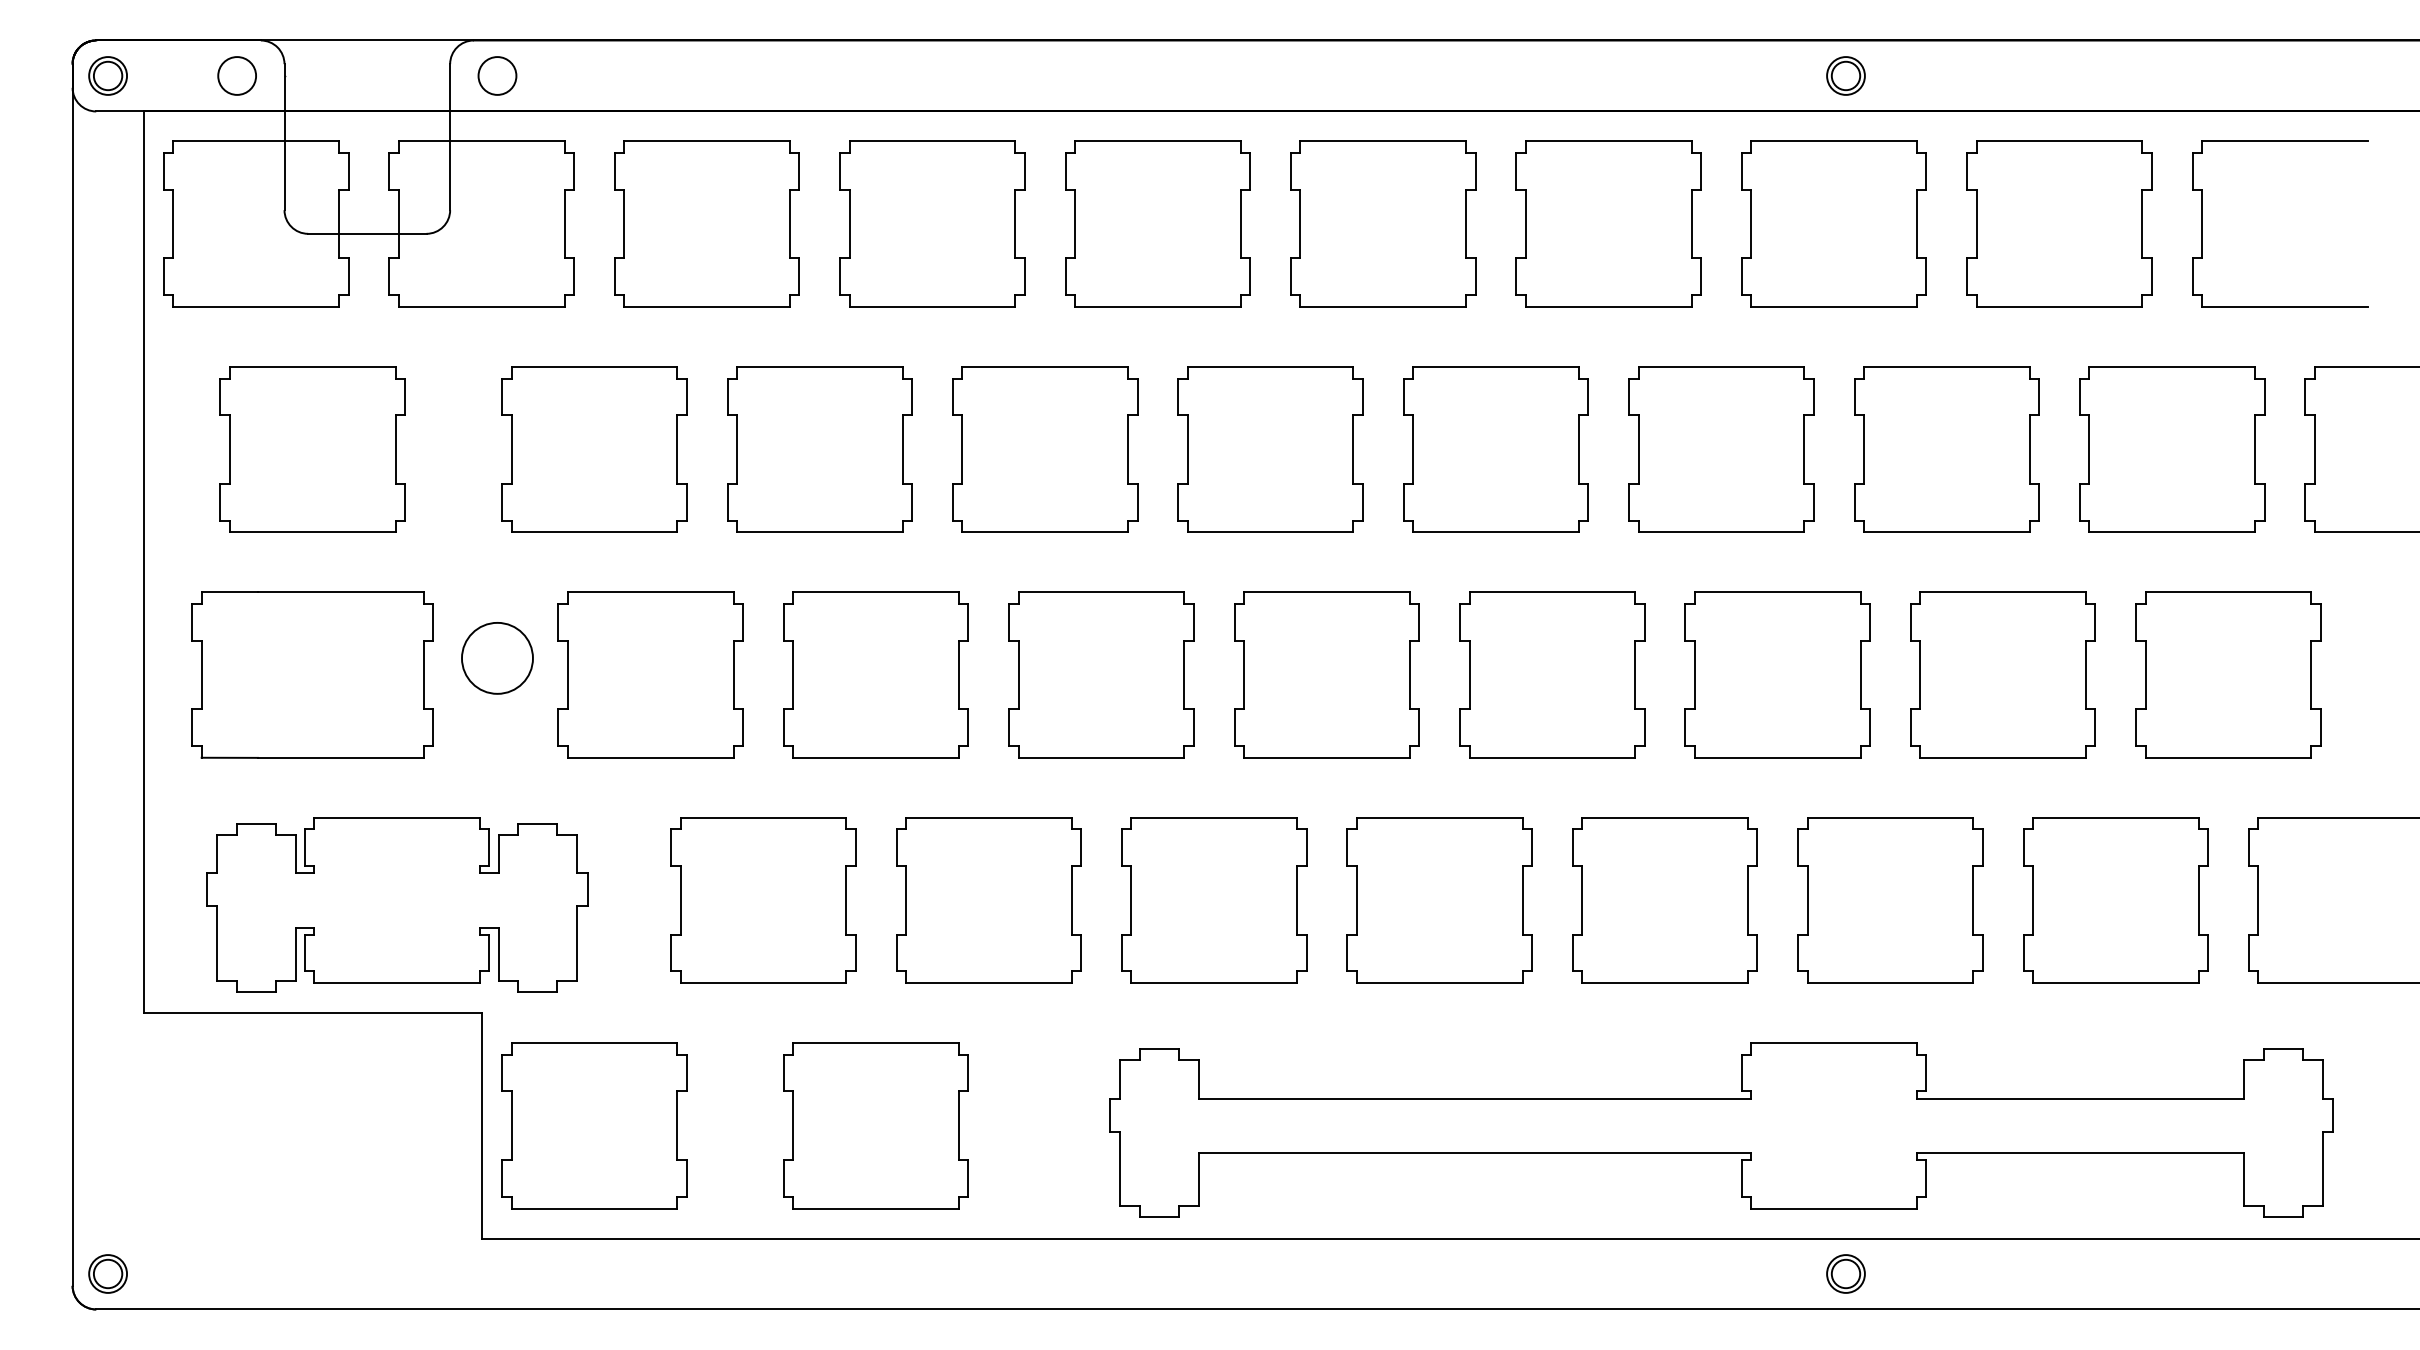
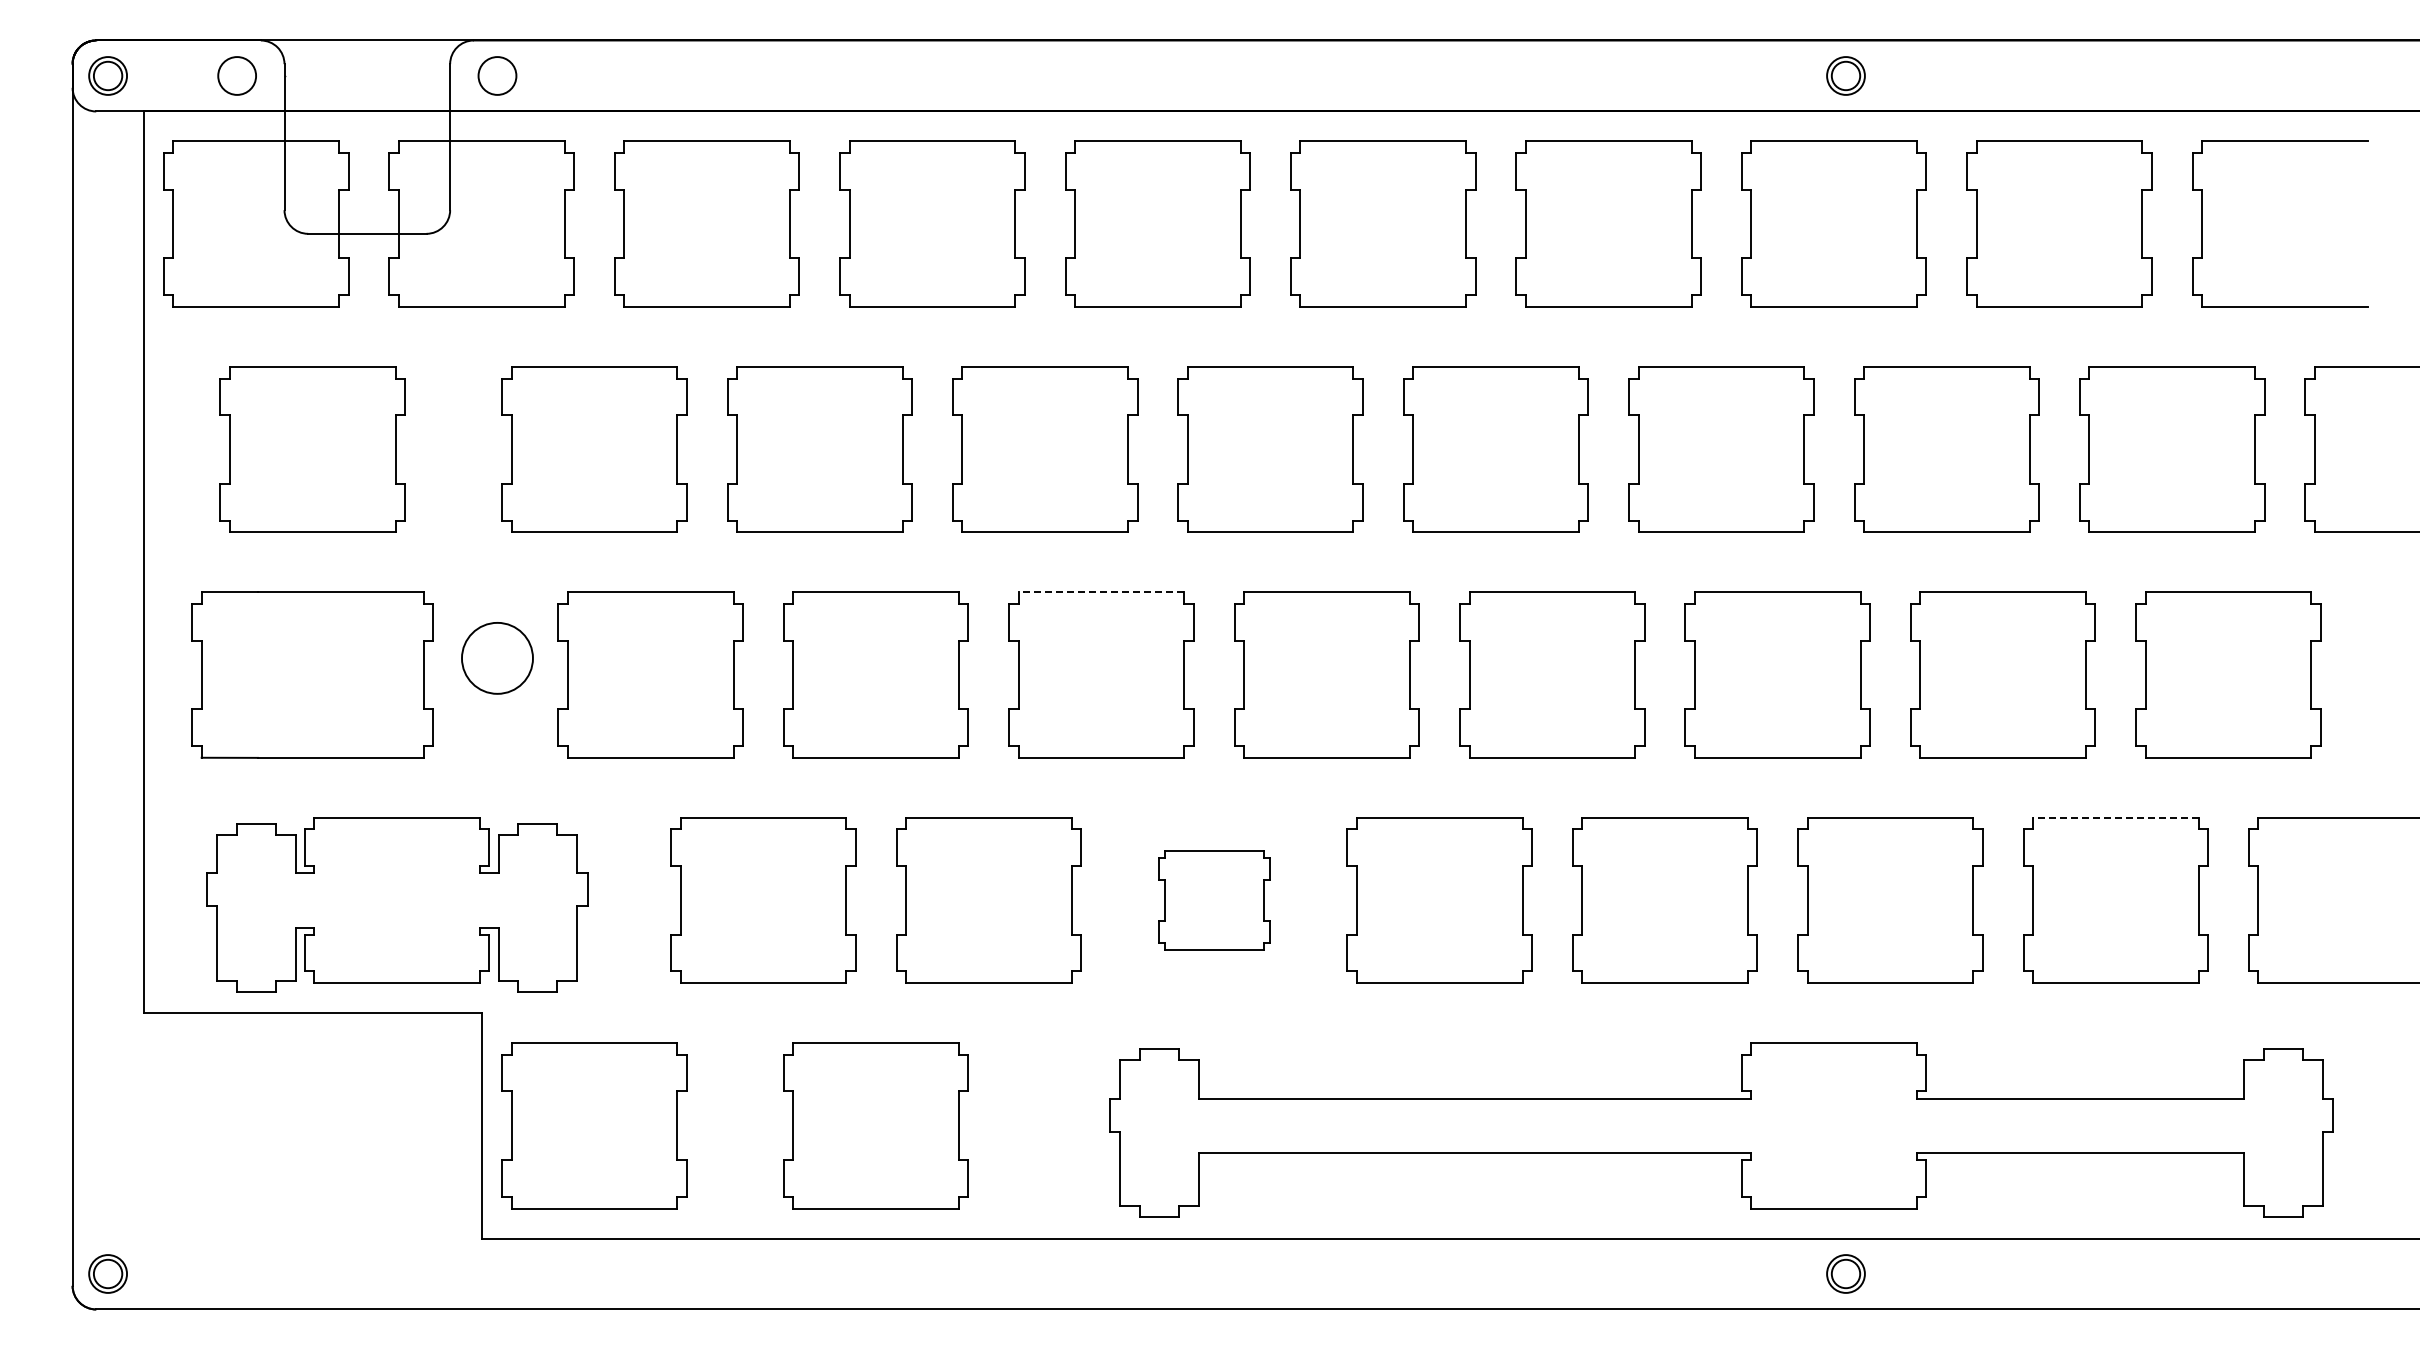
line at (1101, 592): solid -> dashed
line at (2115, 817): solid -> dashed
part at (1214, 900) size: 187x167 px -> 113x101 px
